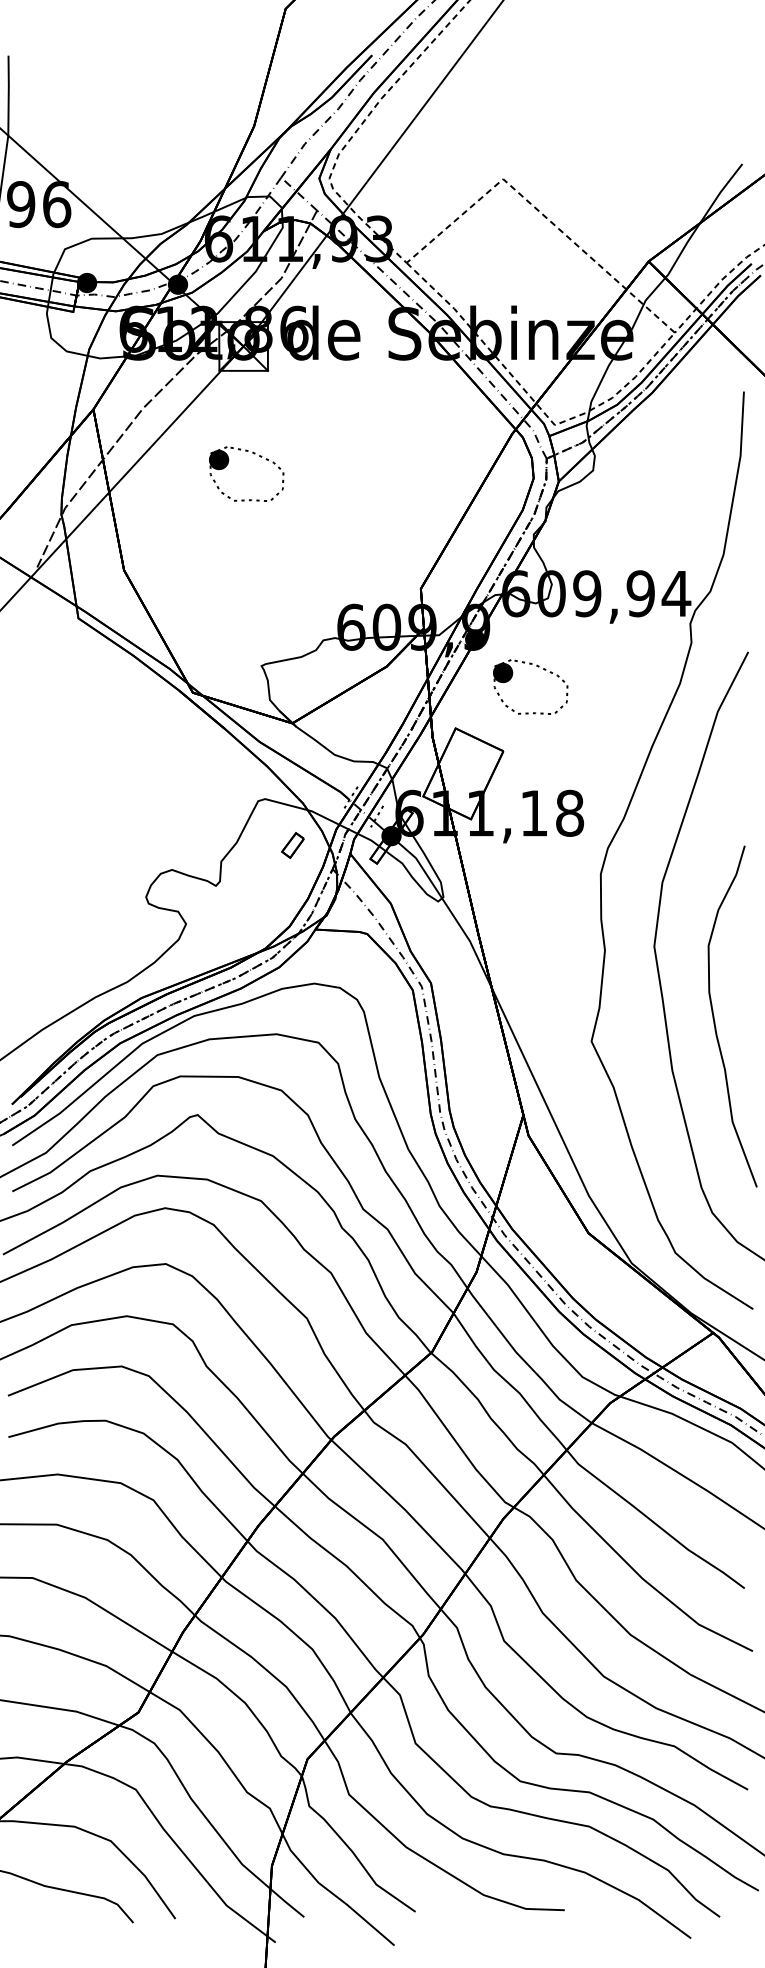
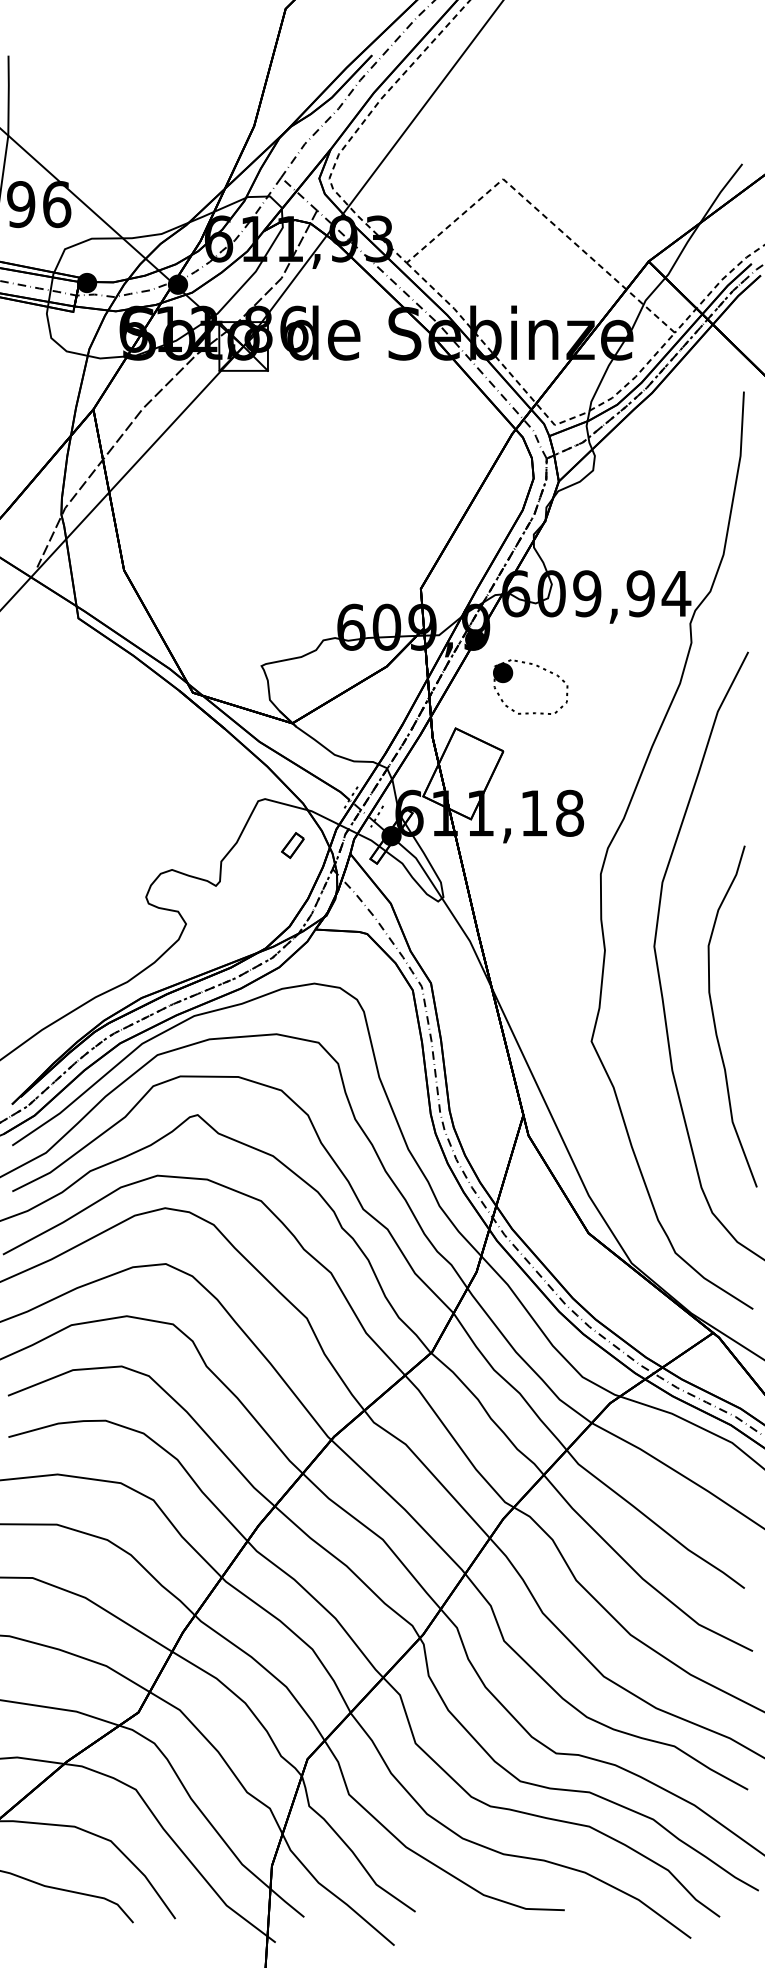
part at (228, 464): present -> none
